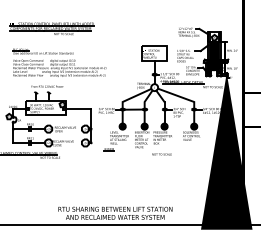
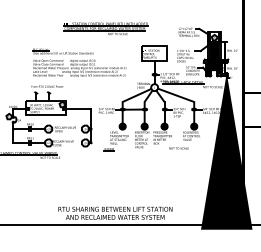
part at (51, 28) position: (51, 28) -> (105, 28)
part at (59, 62) position: (59, 62) -> (79, 62)
text at (161, 154) position: (161, 154) -> (178, 148)
